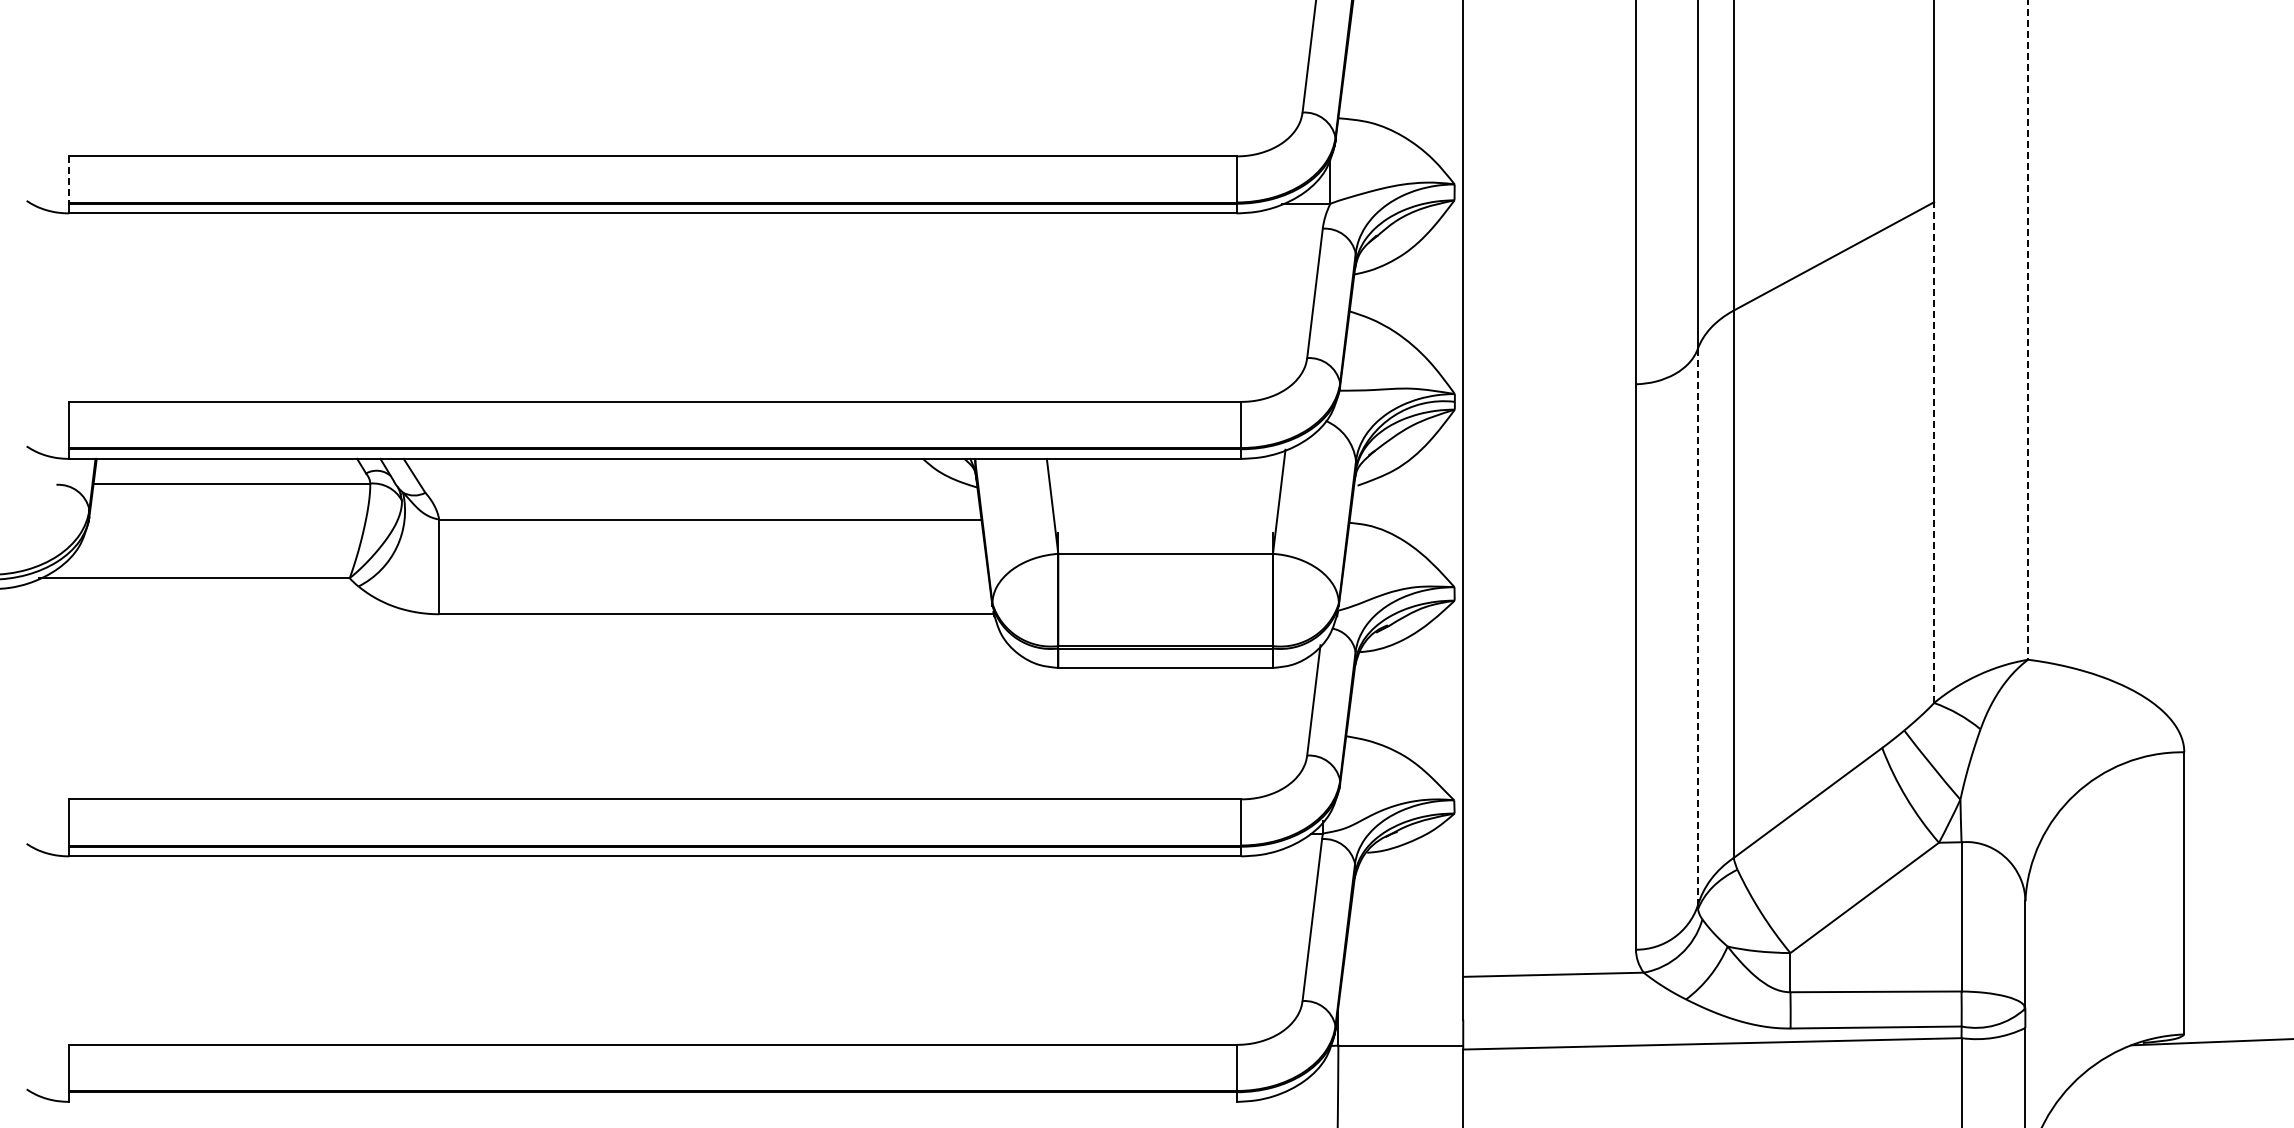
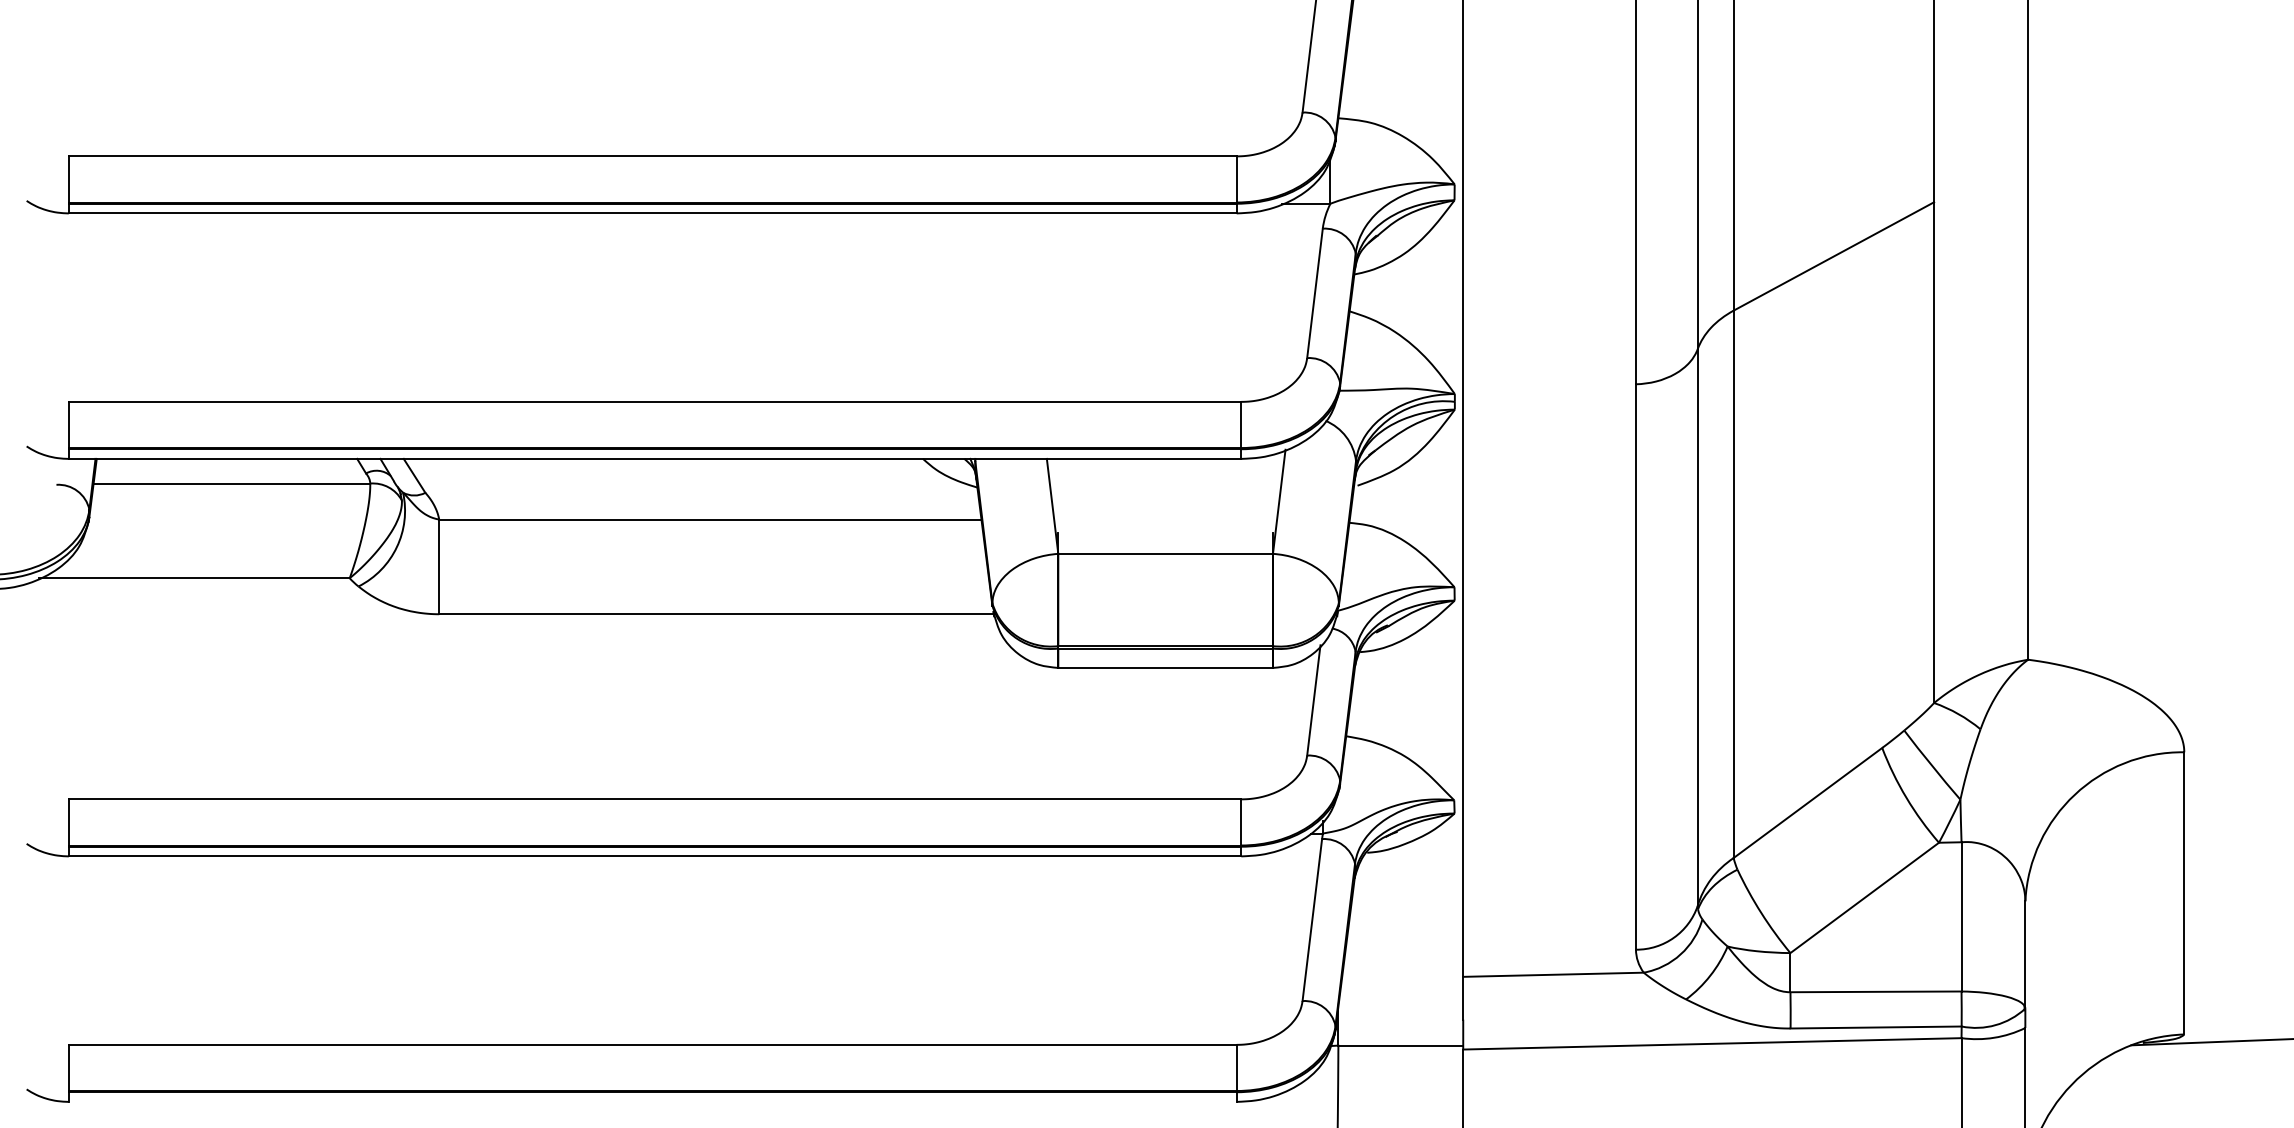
line at (68, 179): dashed -> solid
line at (2028, 330): dashed -> solid
line at (1934, 452): dashed -> solid
line at (1697, 626): dashed -> solid
